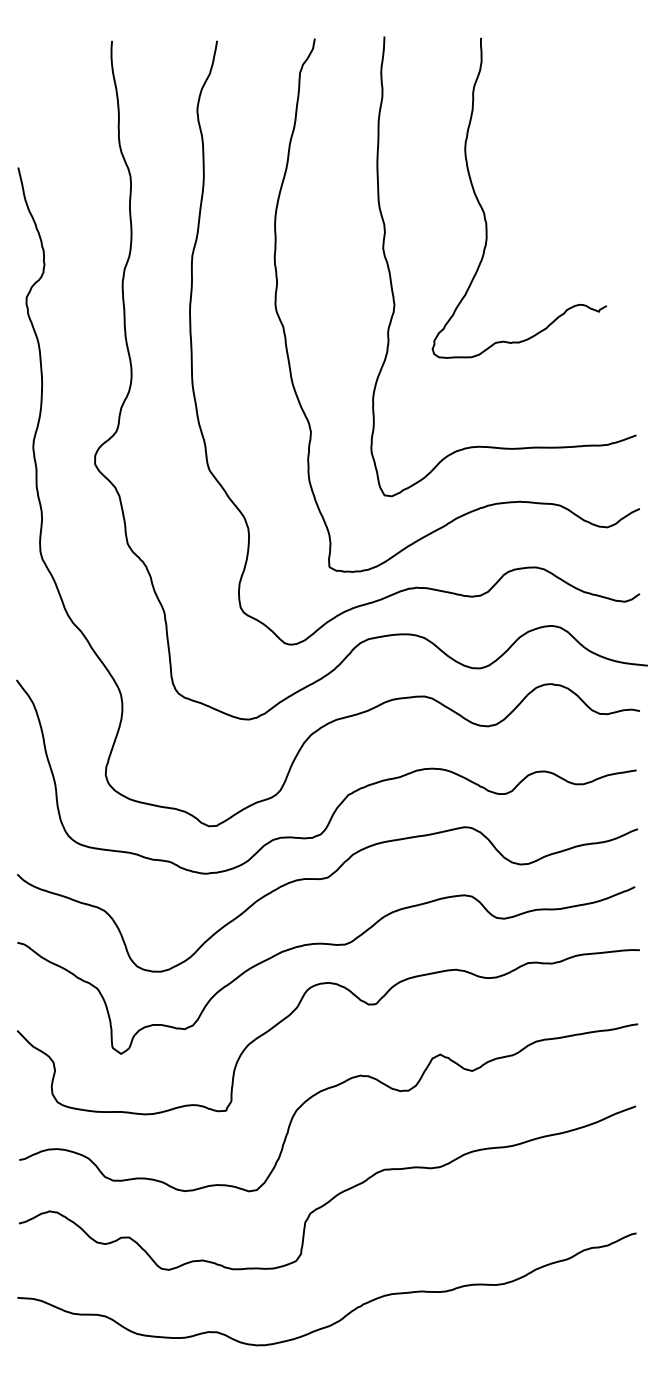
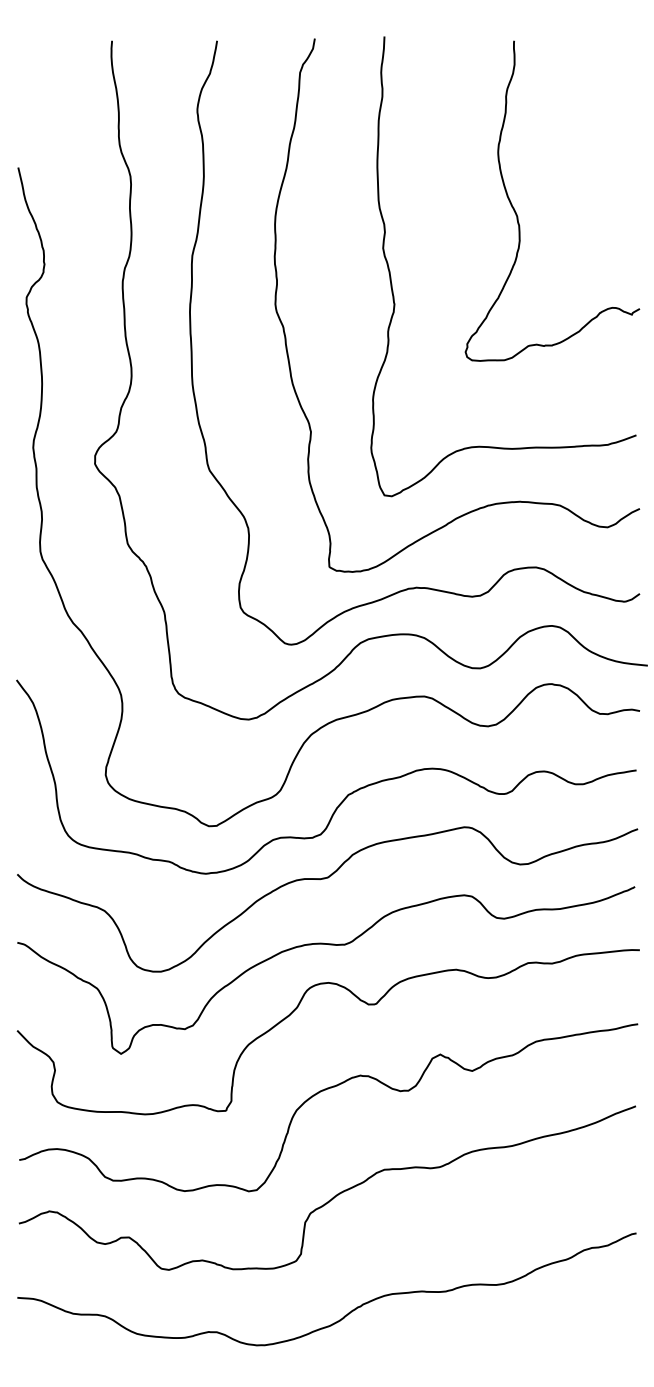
curve at (485, 213) position: (485, 213) -> (518, 216)
